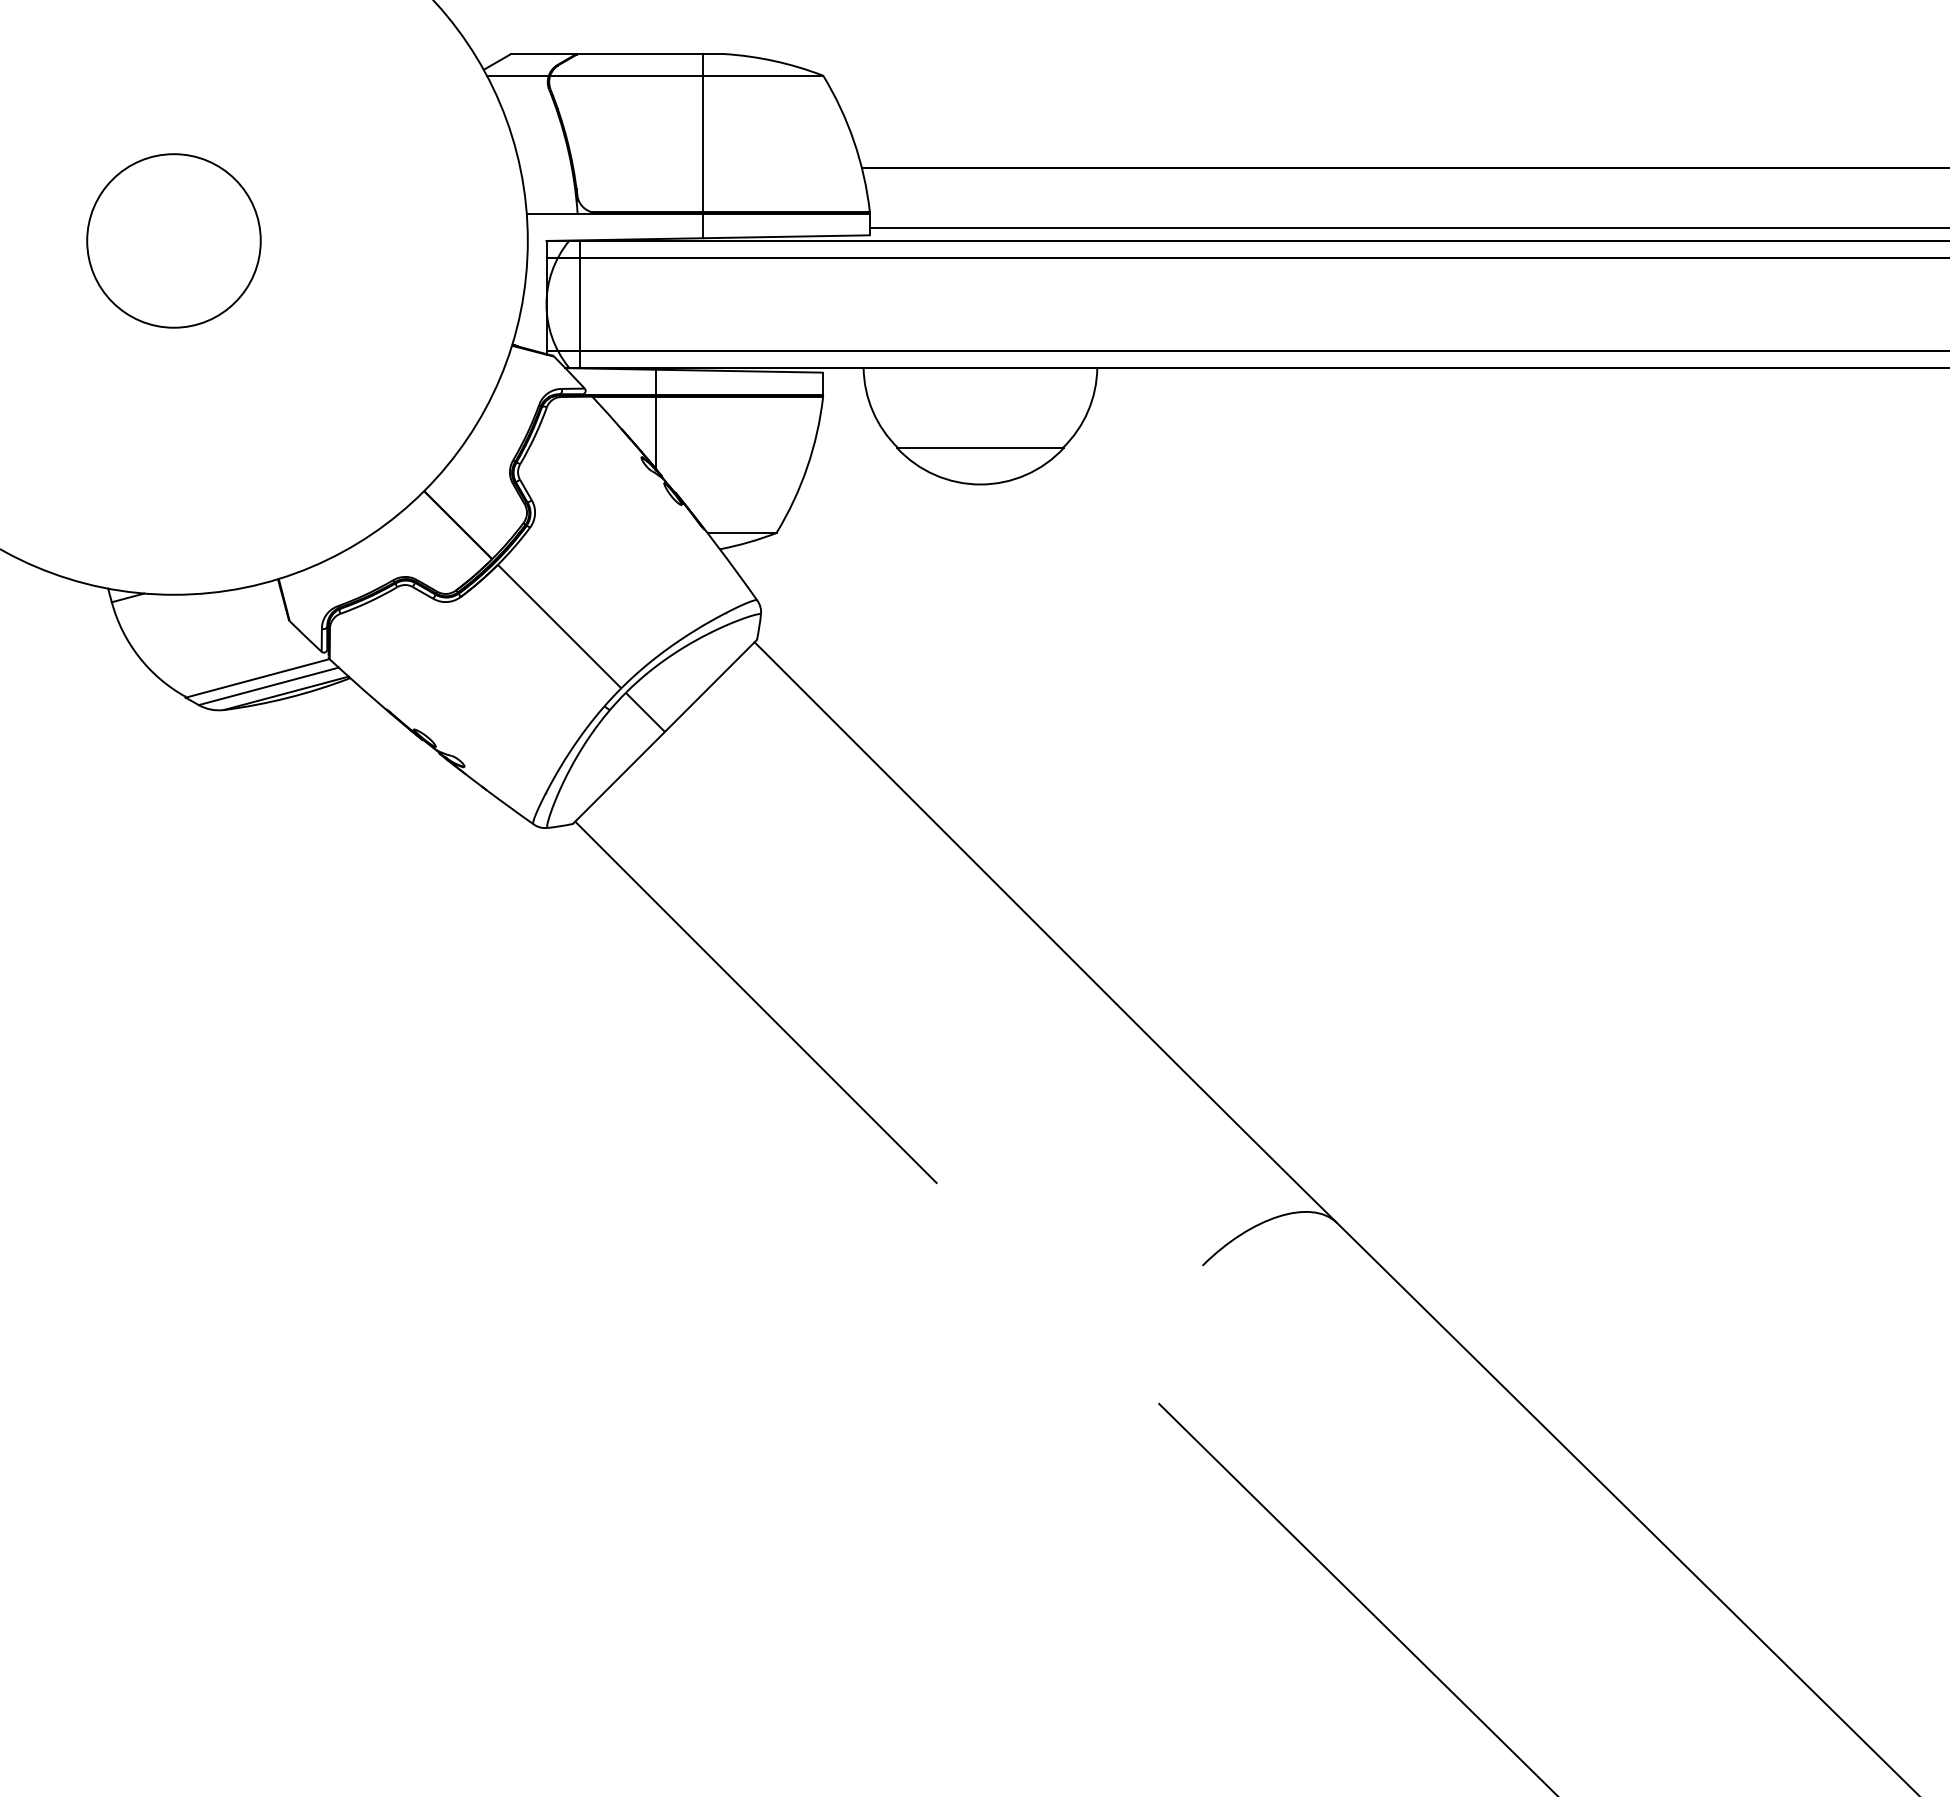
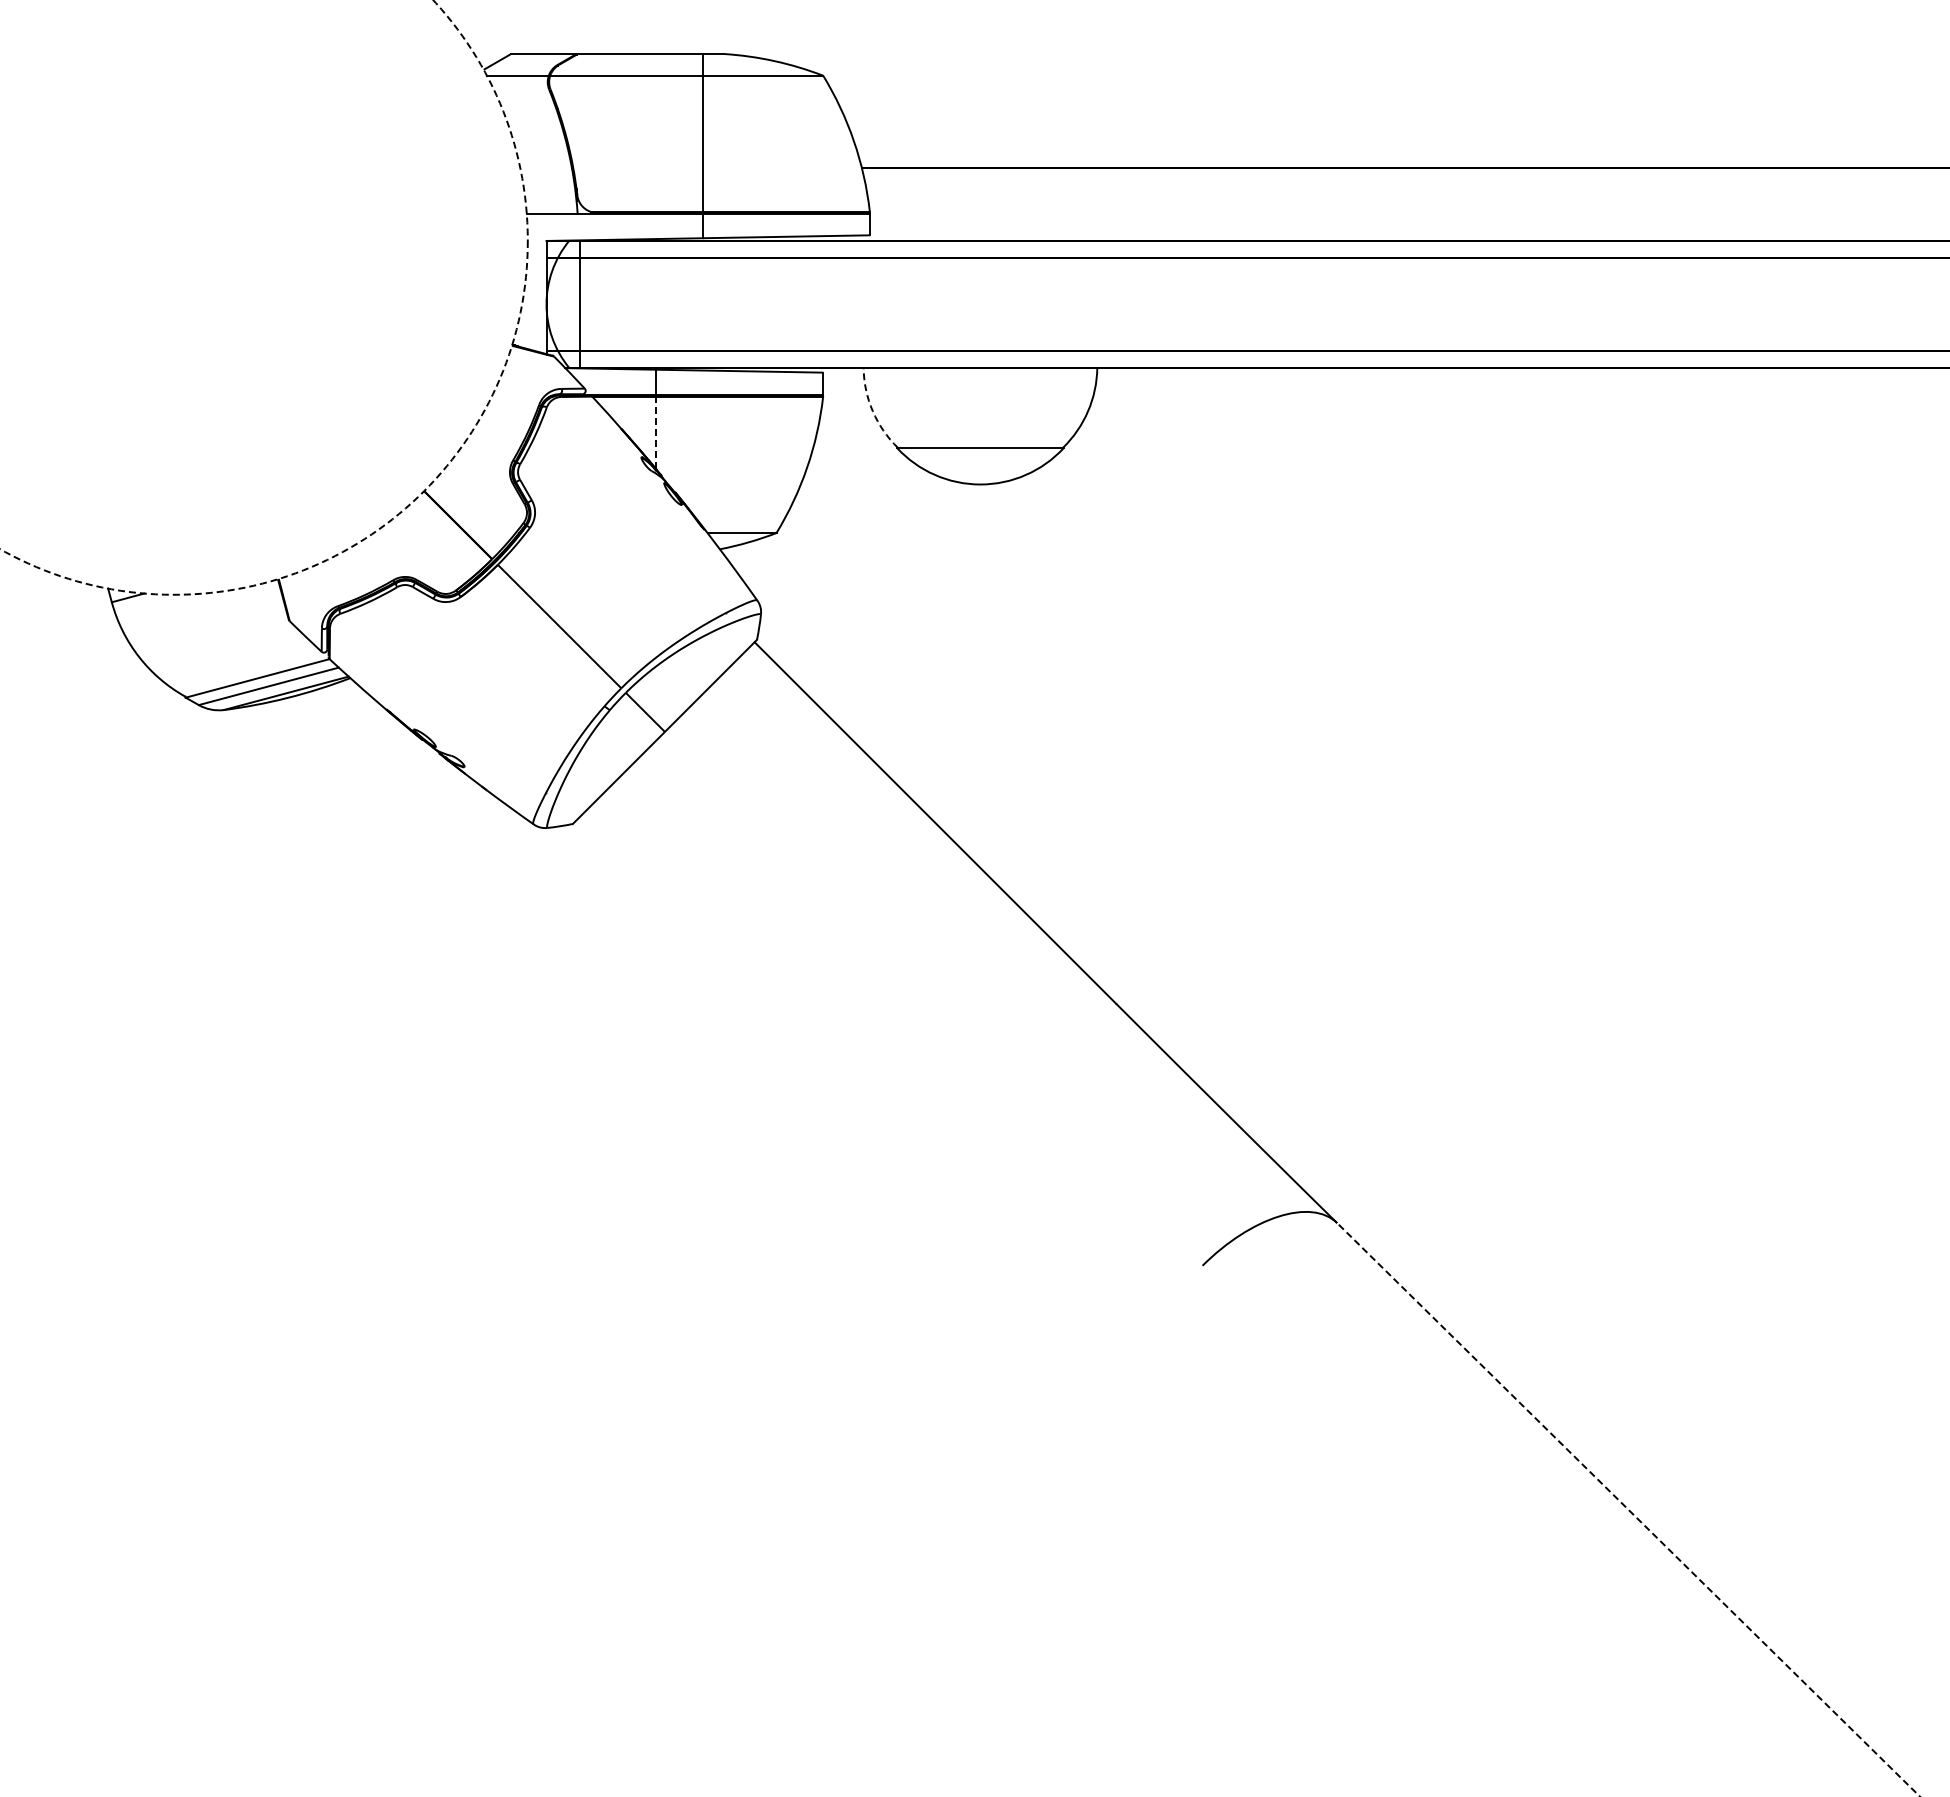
line at (1407, 227): present -> none
circle at (173, 240): present -> none
circle at (263, 297): solid -> dashed
arc at (872, 411): solid -> dashed
line at (656, 432): solid -> dashed
line at (755, 1002): present -> none
line at (1628, 1509): solid -> dashed
line at (1357, 1598): present -> none
